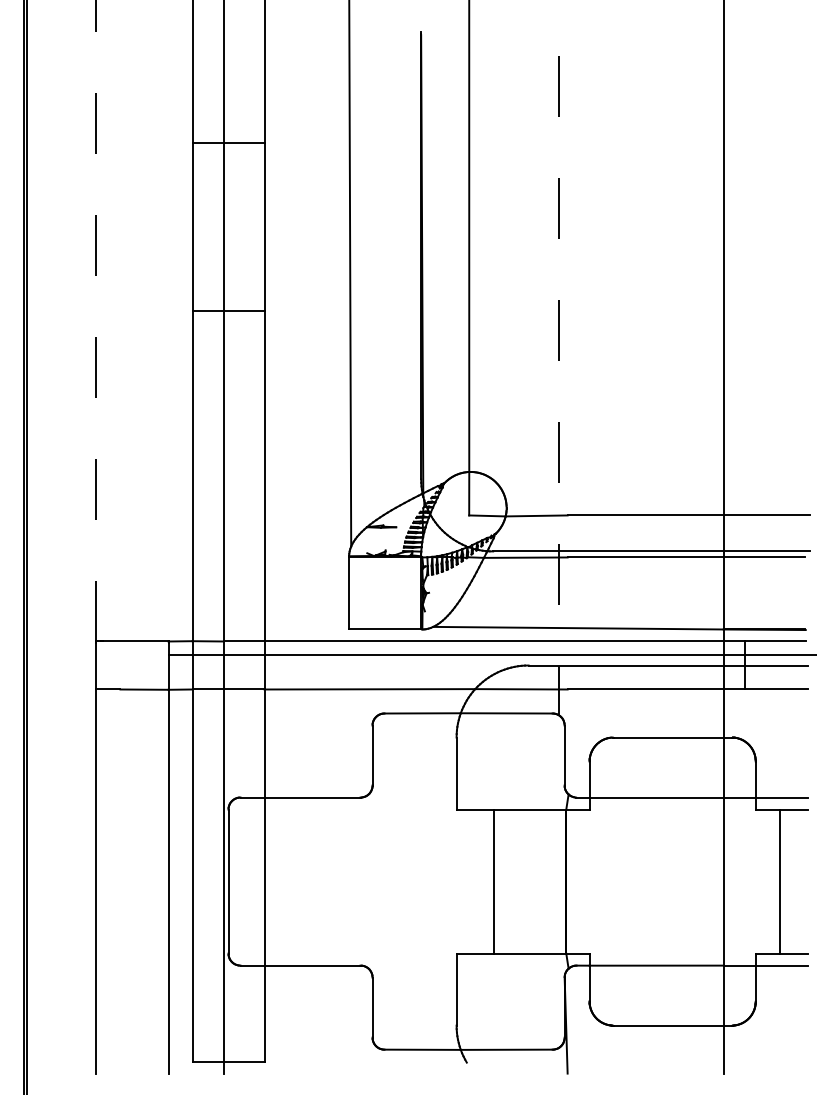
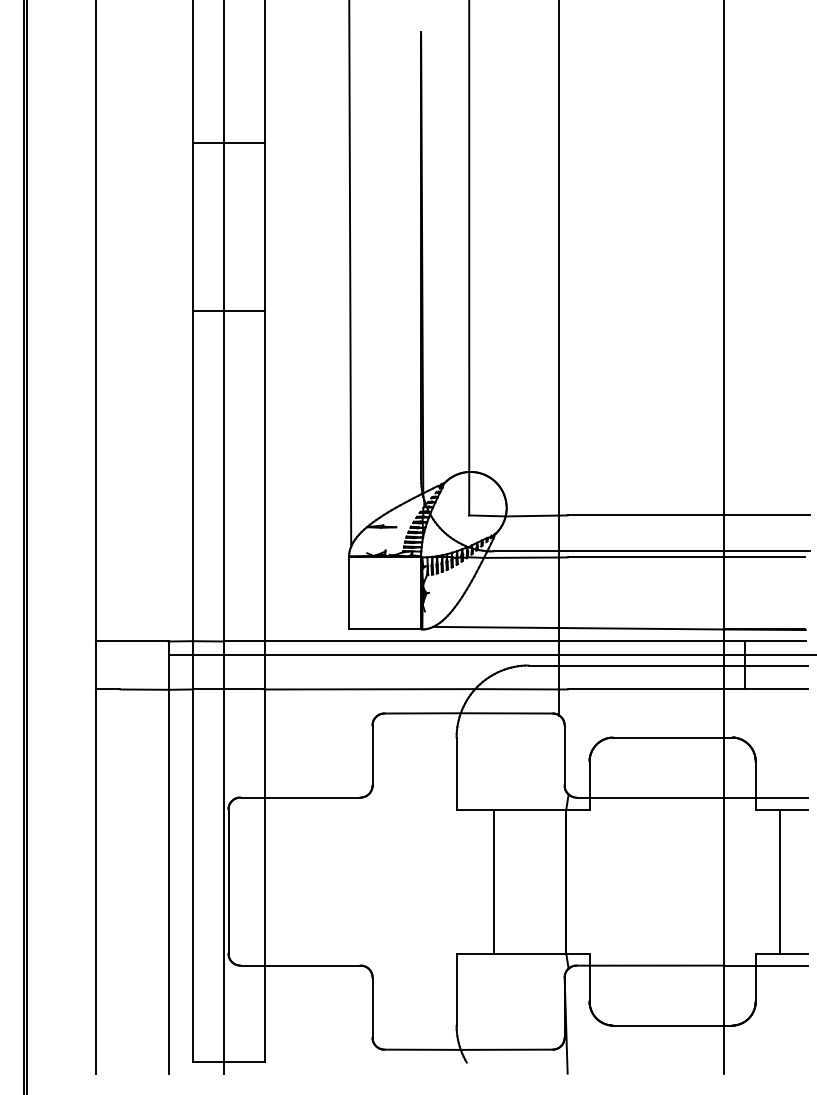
line at (96, 320): dashed -> solid
line at (559, 358): dashed -> solid
